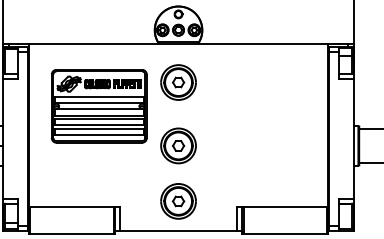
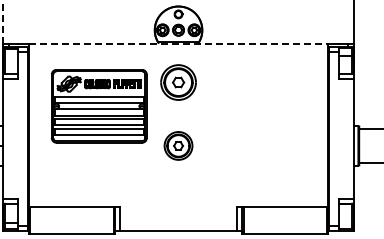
line at (2, 21): solid -> dashed
line at (178, 43): solid -> dashed
part at (178, 145) size: 37x38 px -> 31x30 px
part at (178, 201): present -> none
